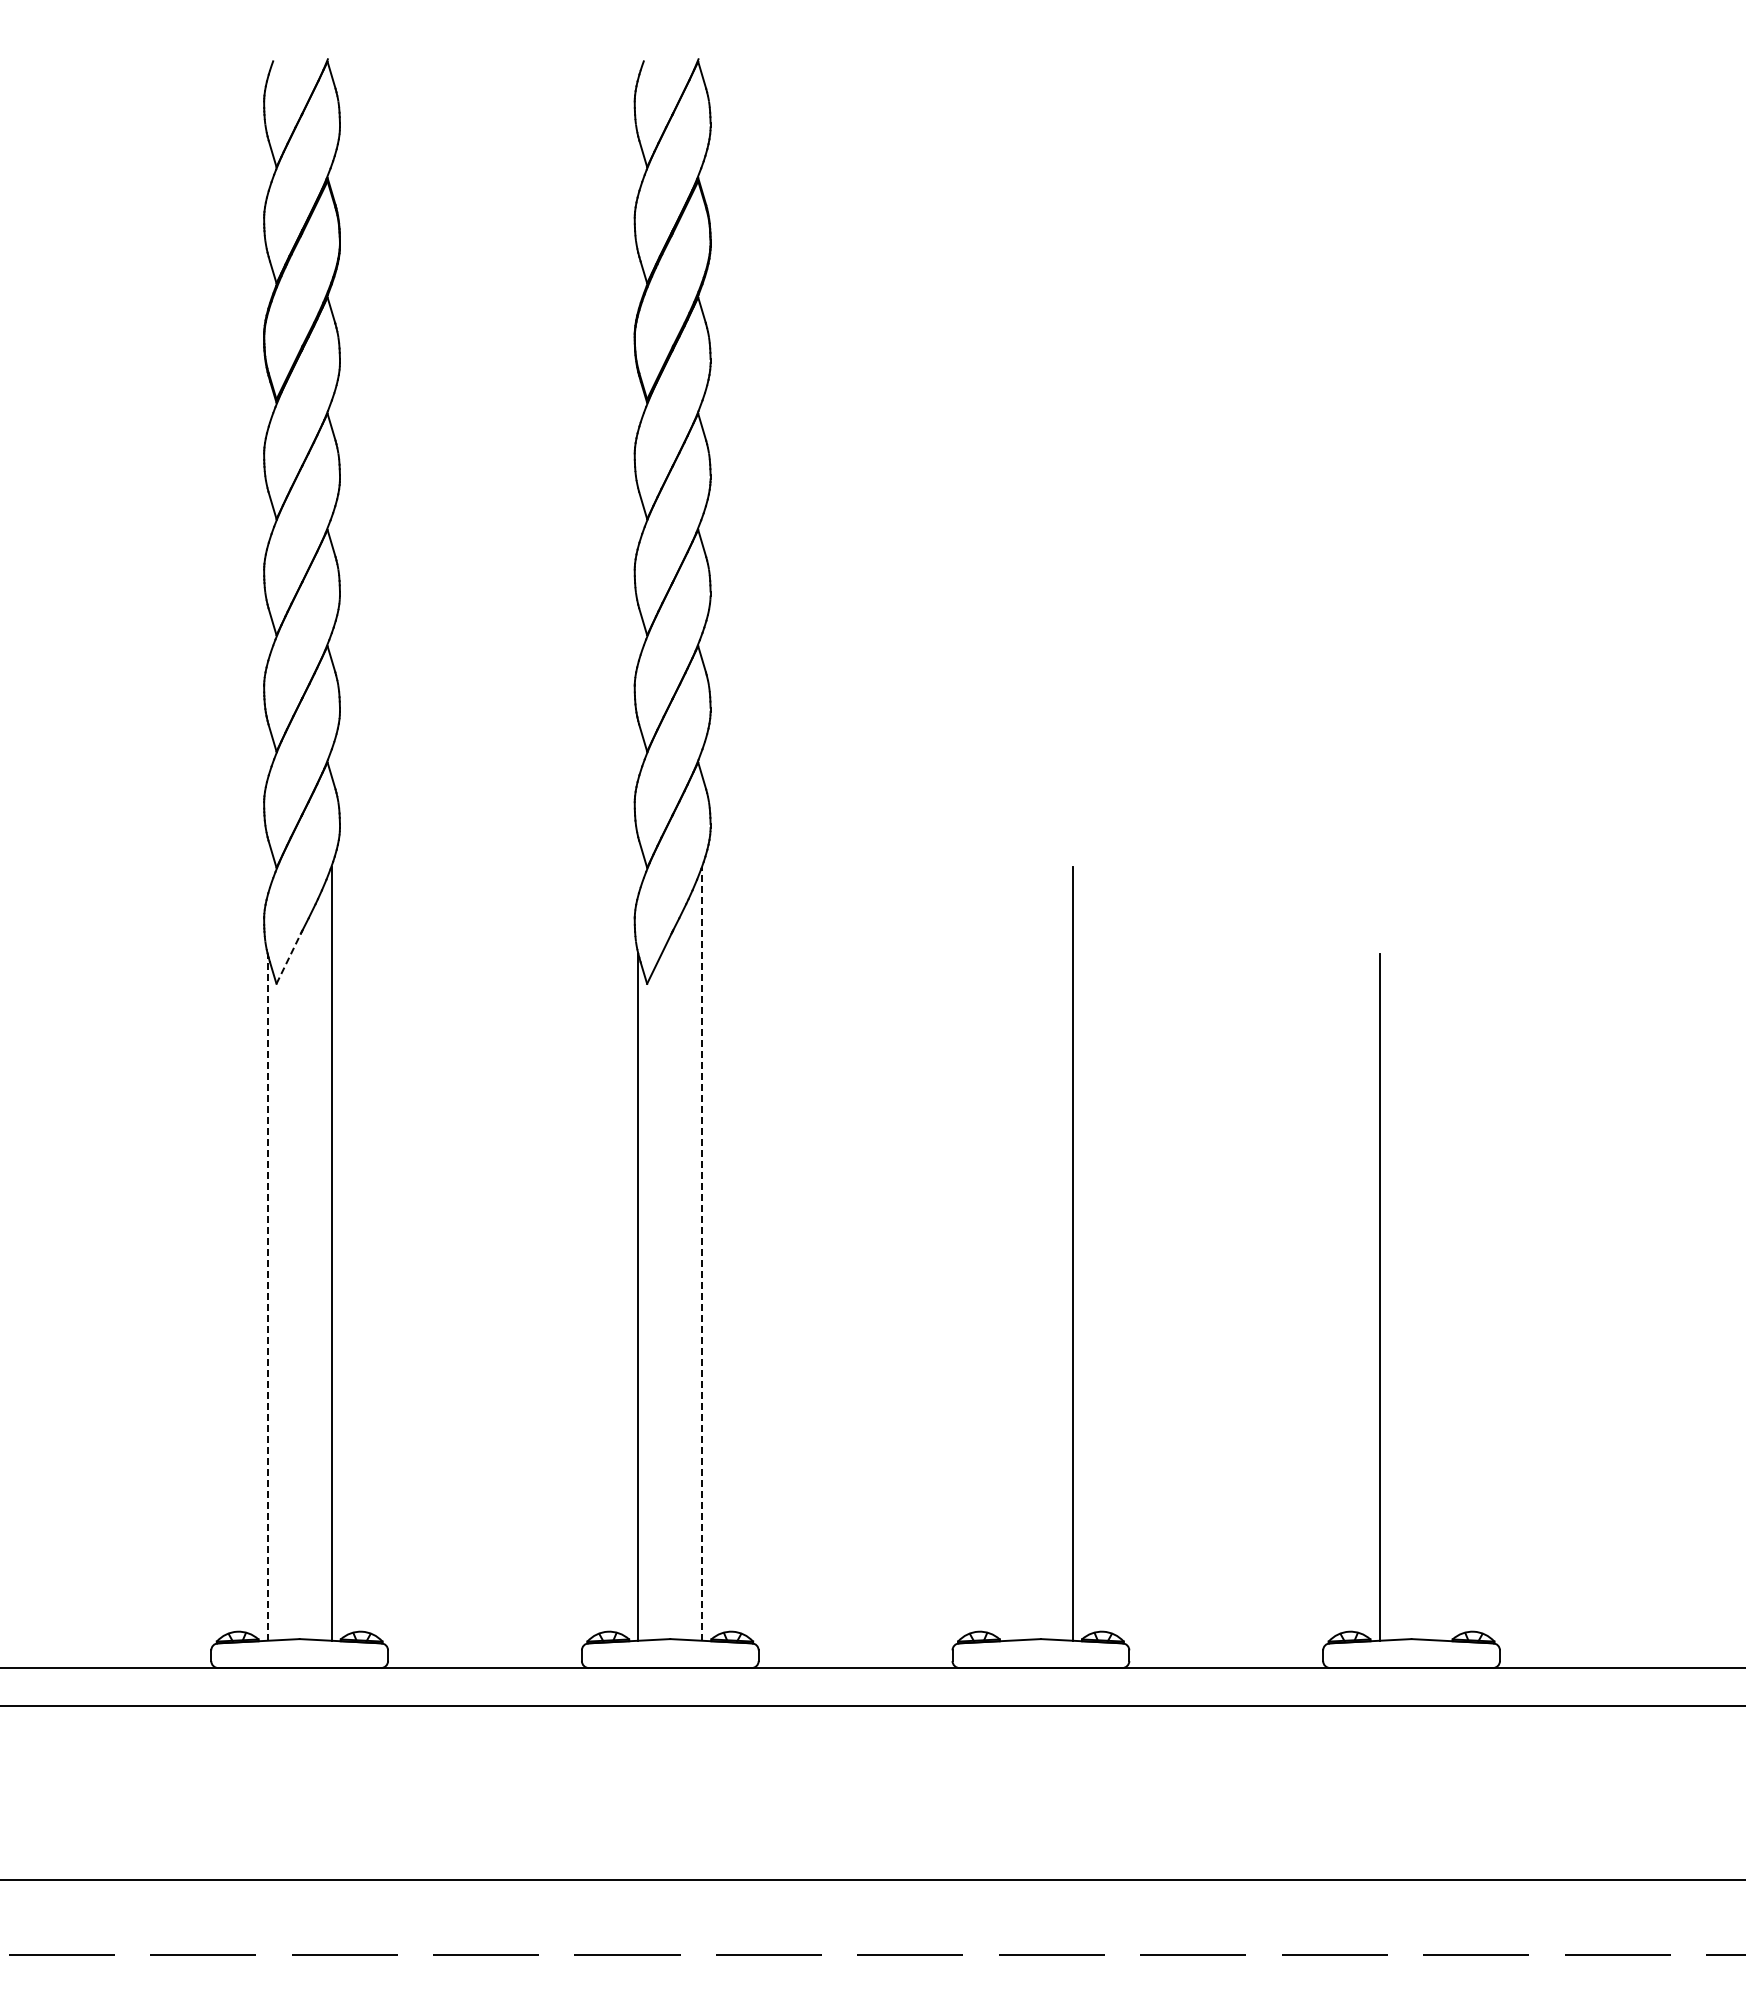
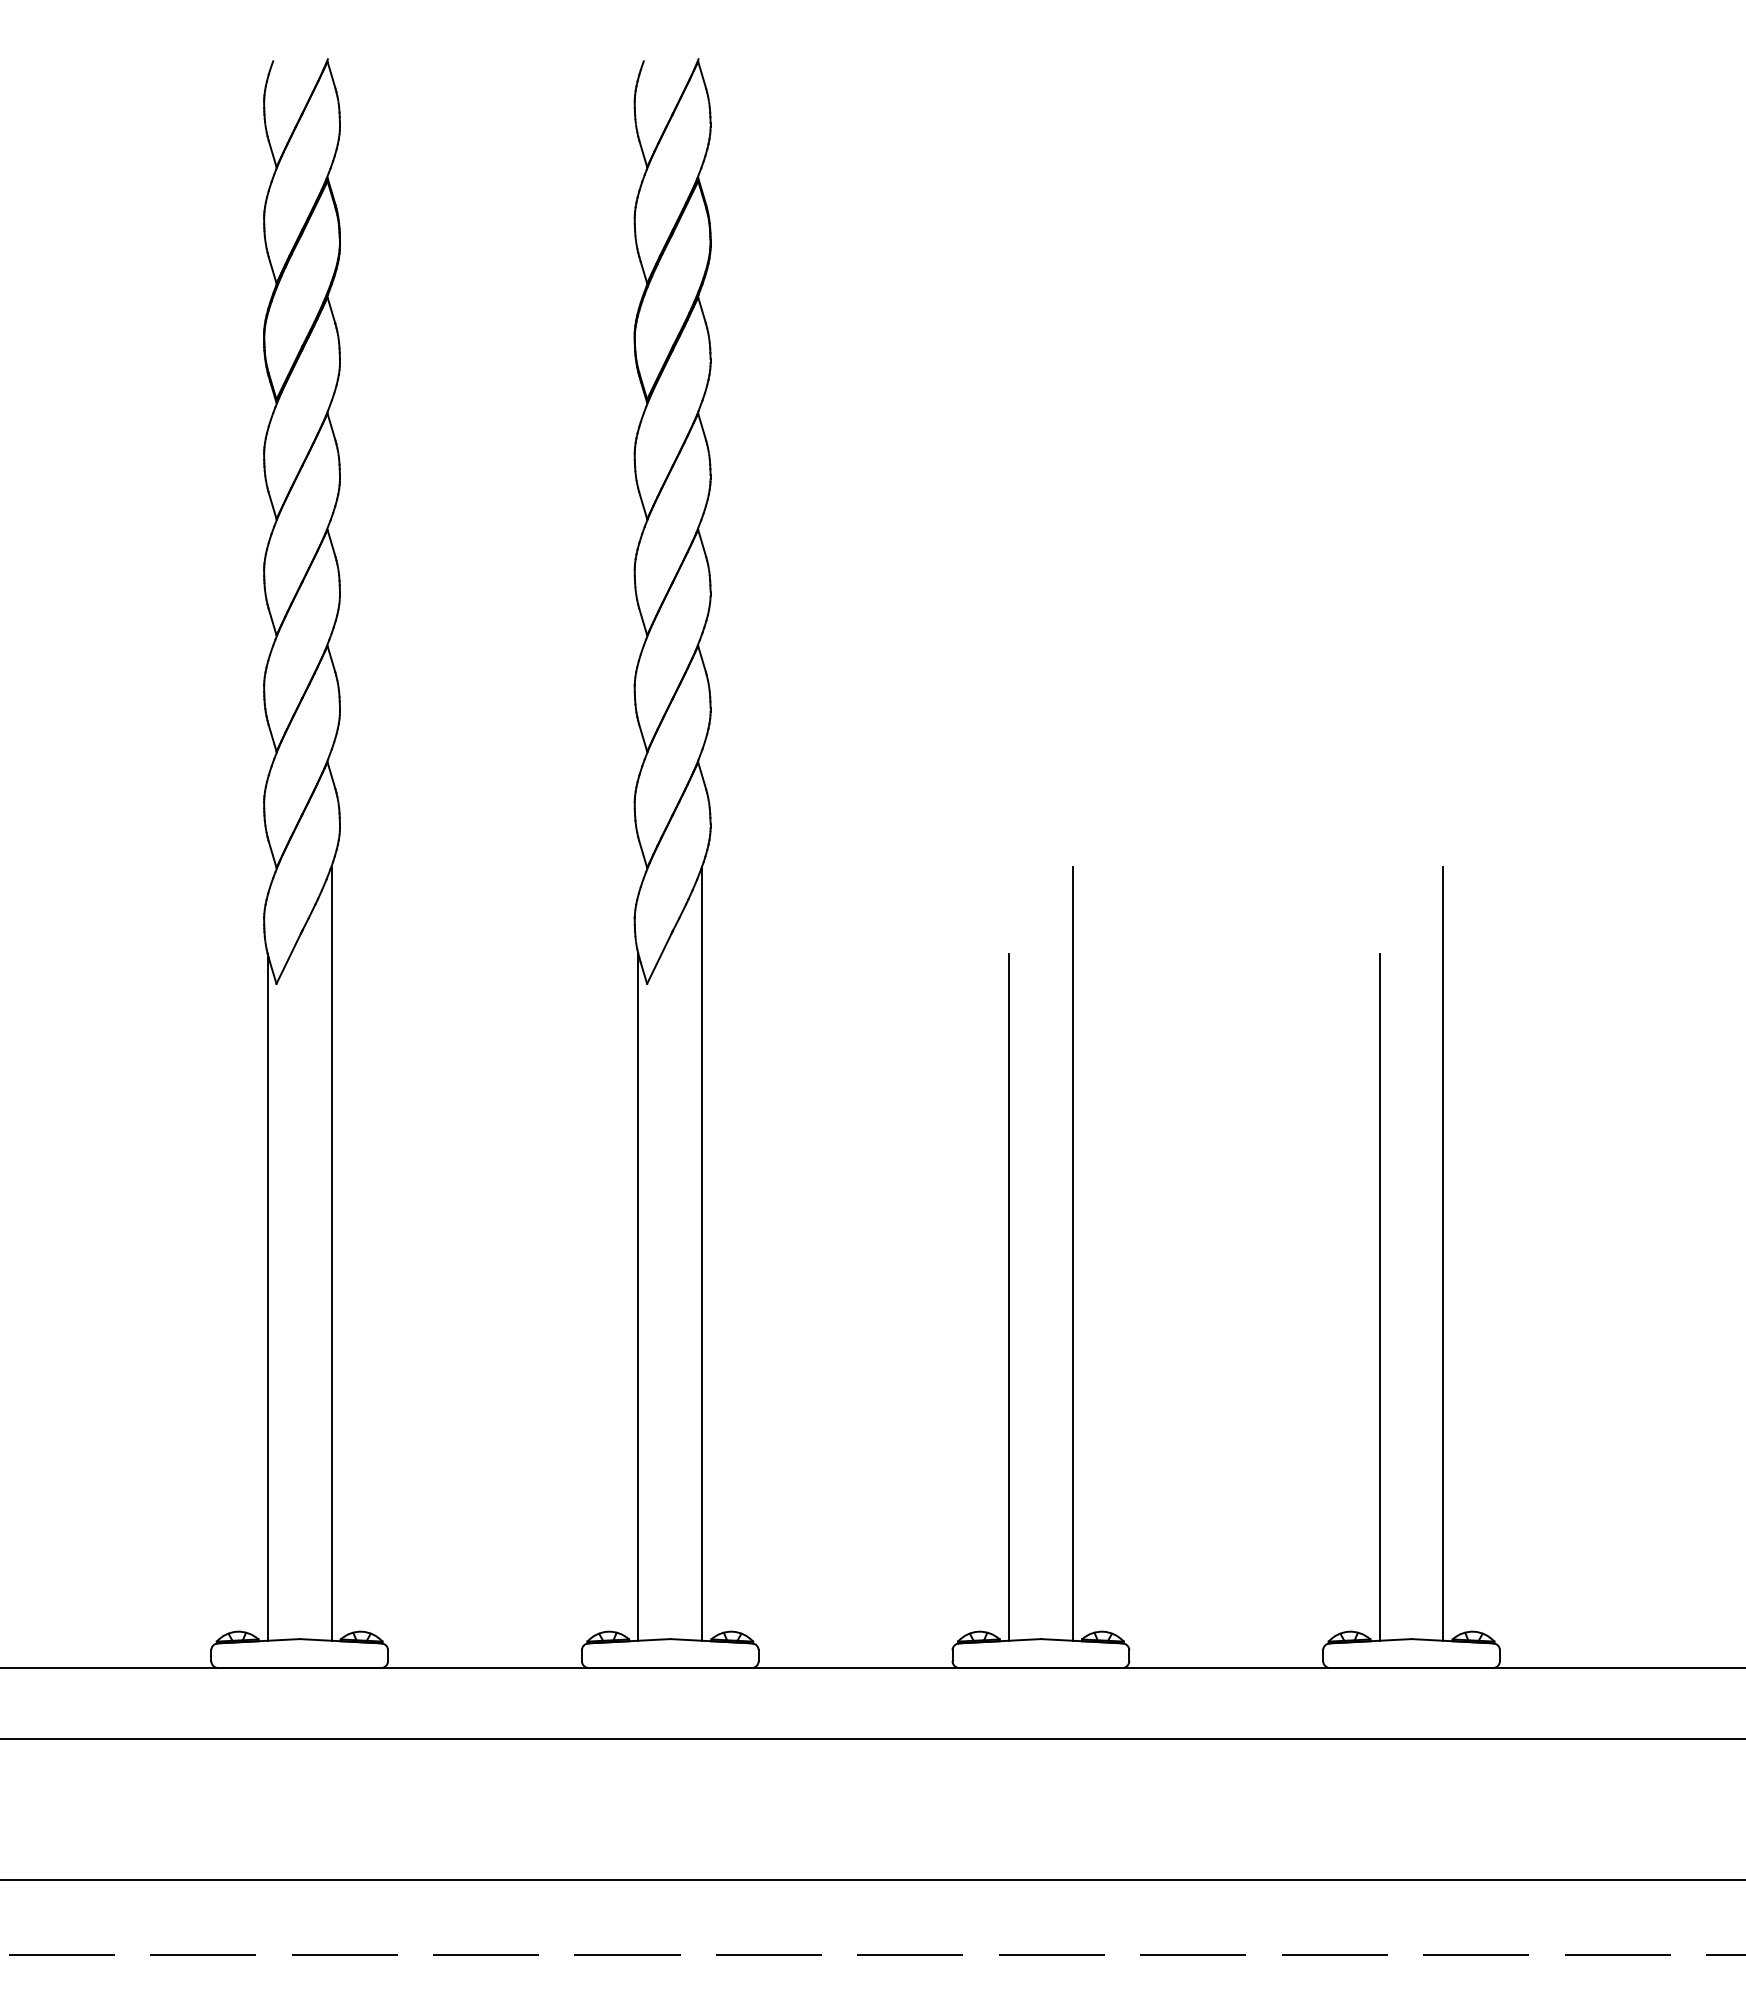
line at (289, 957): dashed -> solid
line at (702, 1253): dashed -> solid
line at (1443, 1253): none -> present
line at (267, 1297): dashed -> solid
line at (1009, 1297): none -> present
line at (872, 1705) position: (872, 1705) -> (872, 1738)
